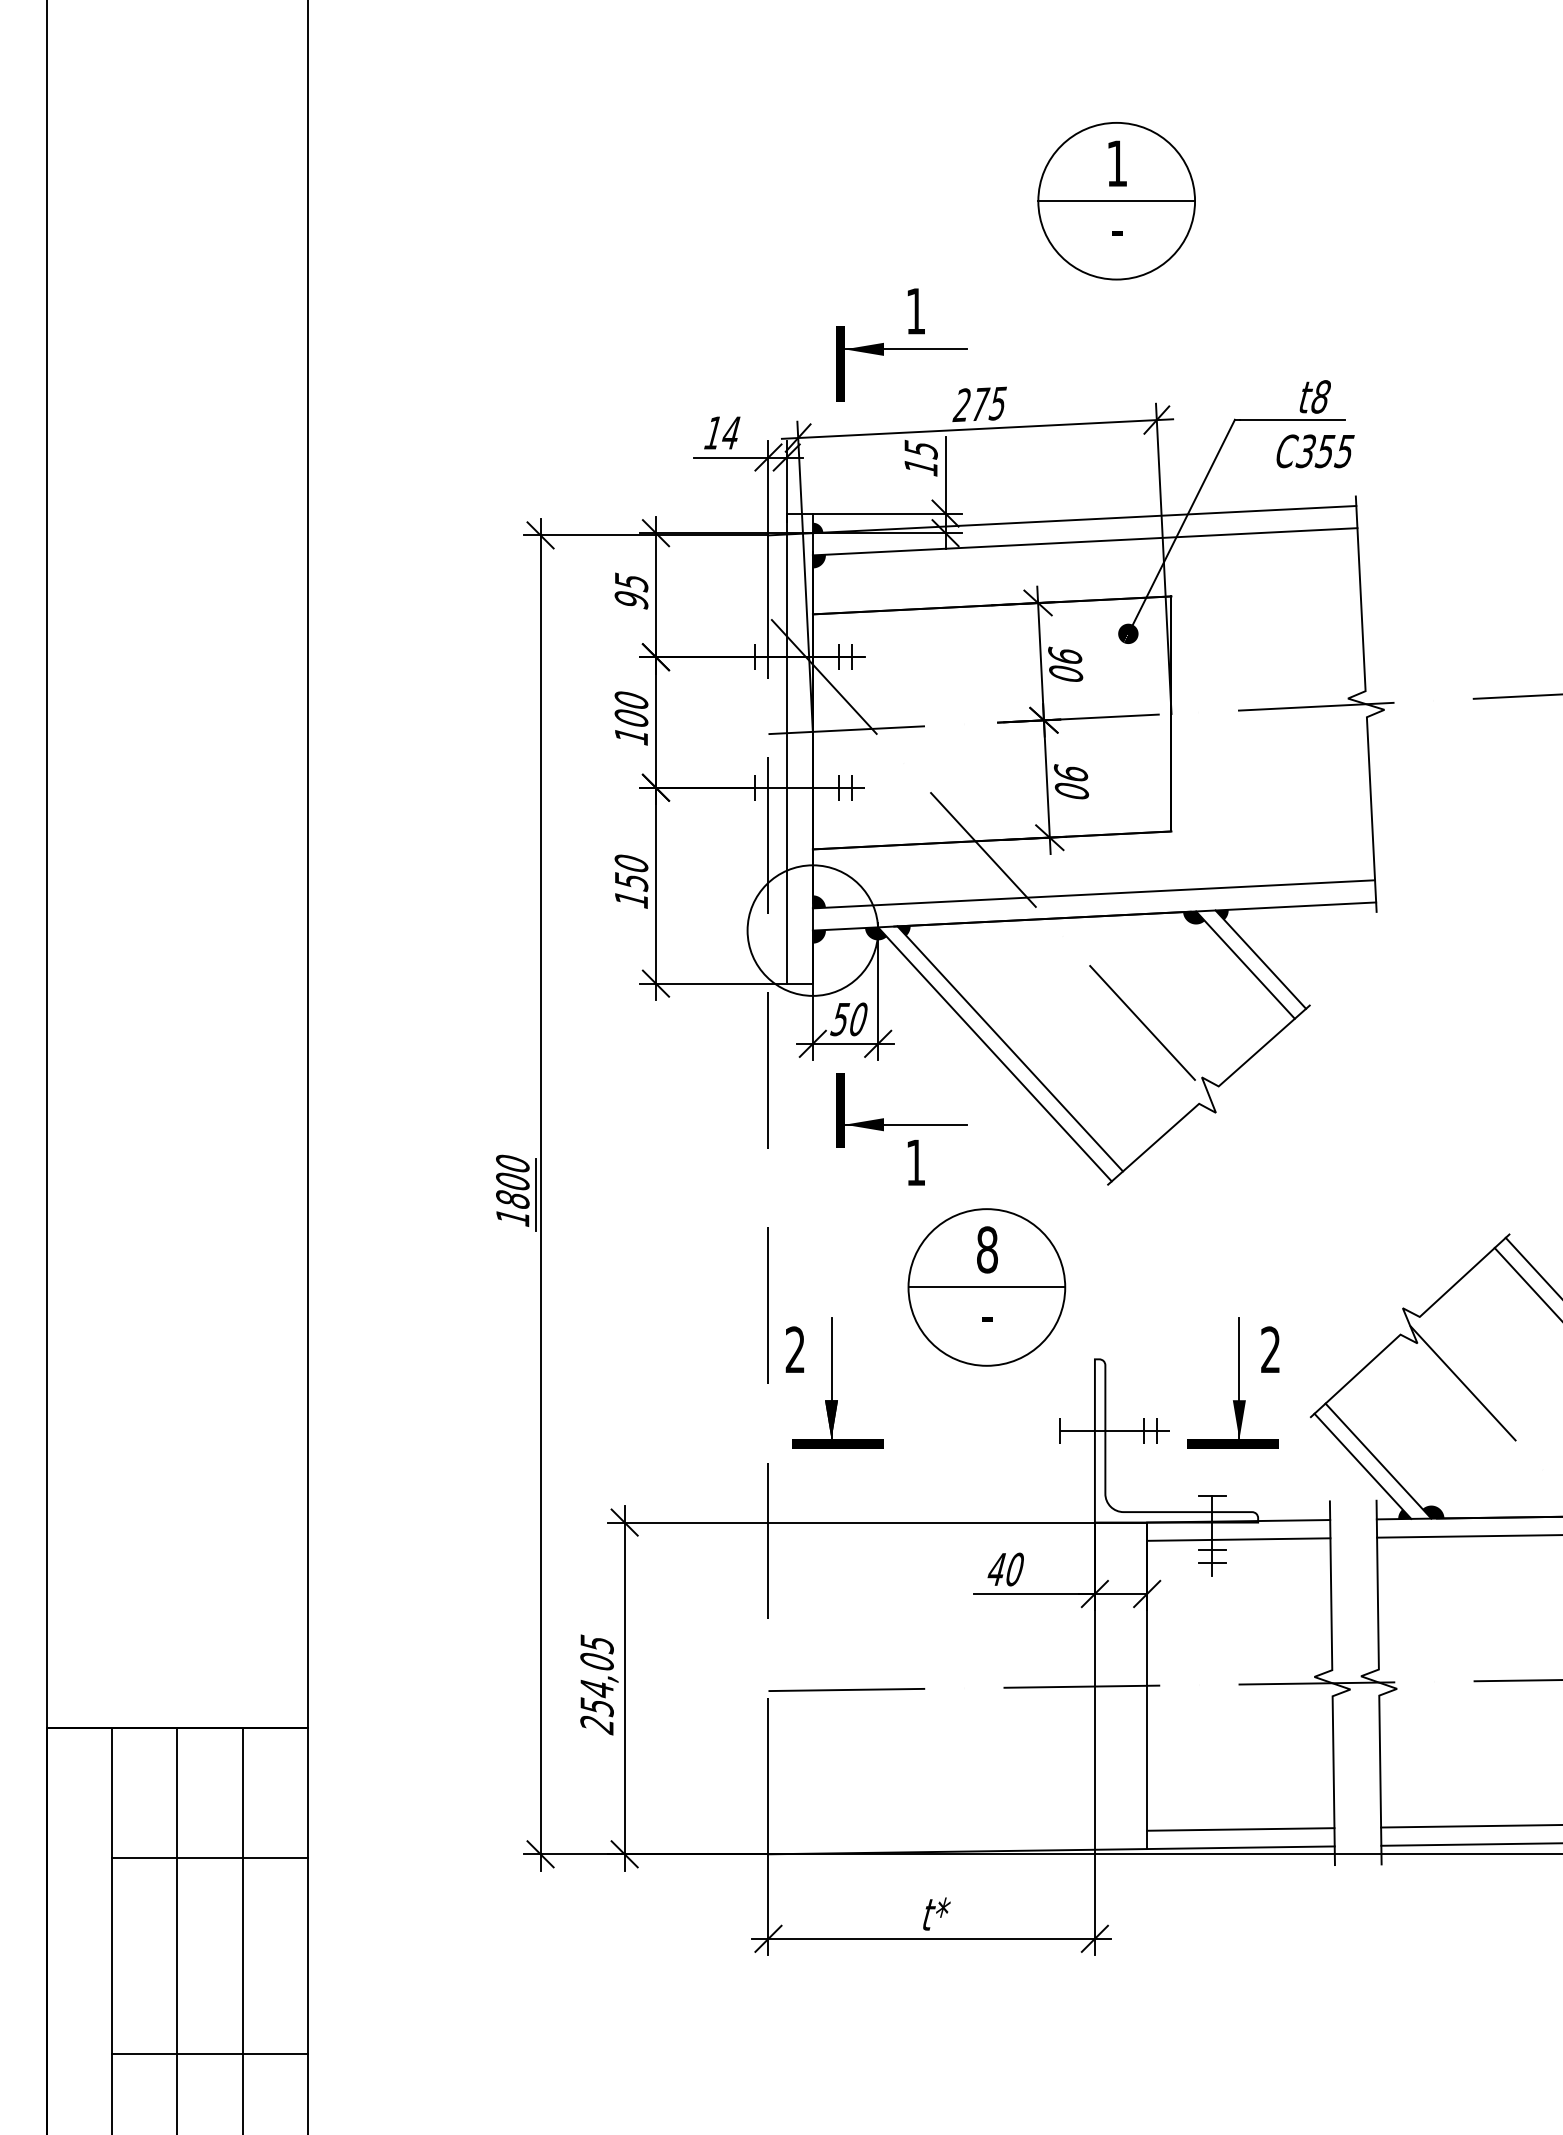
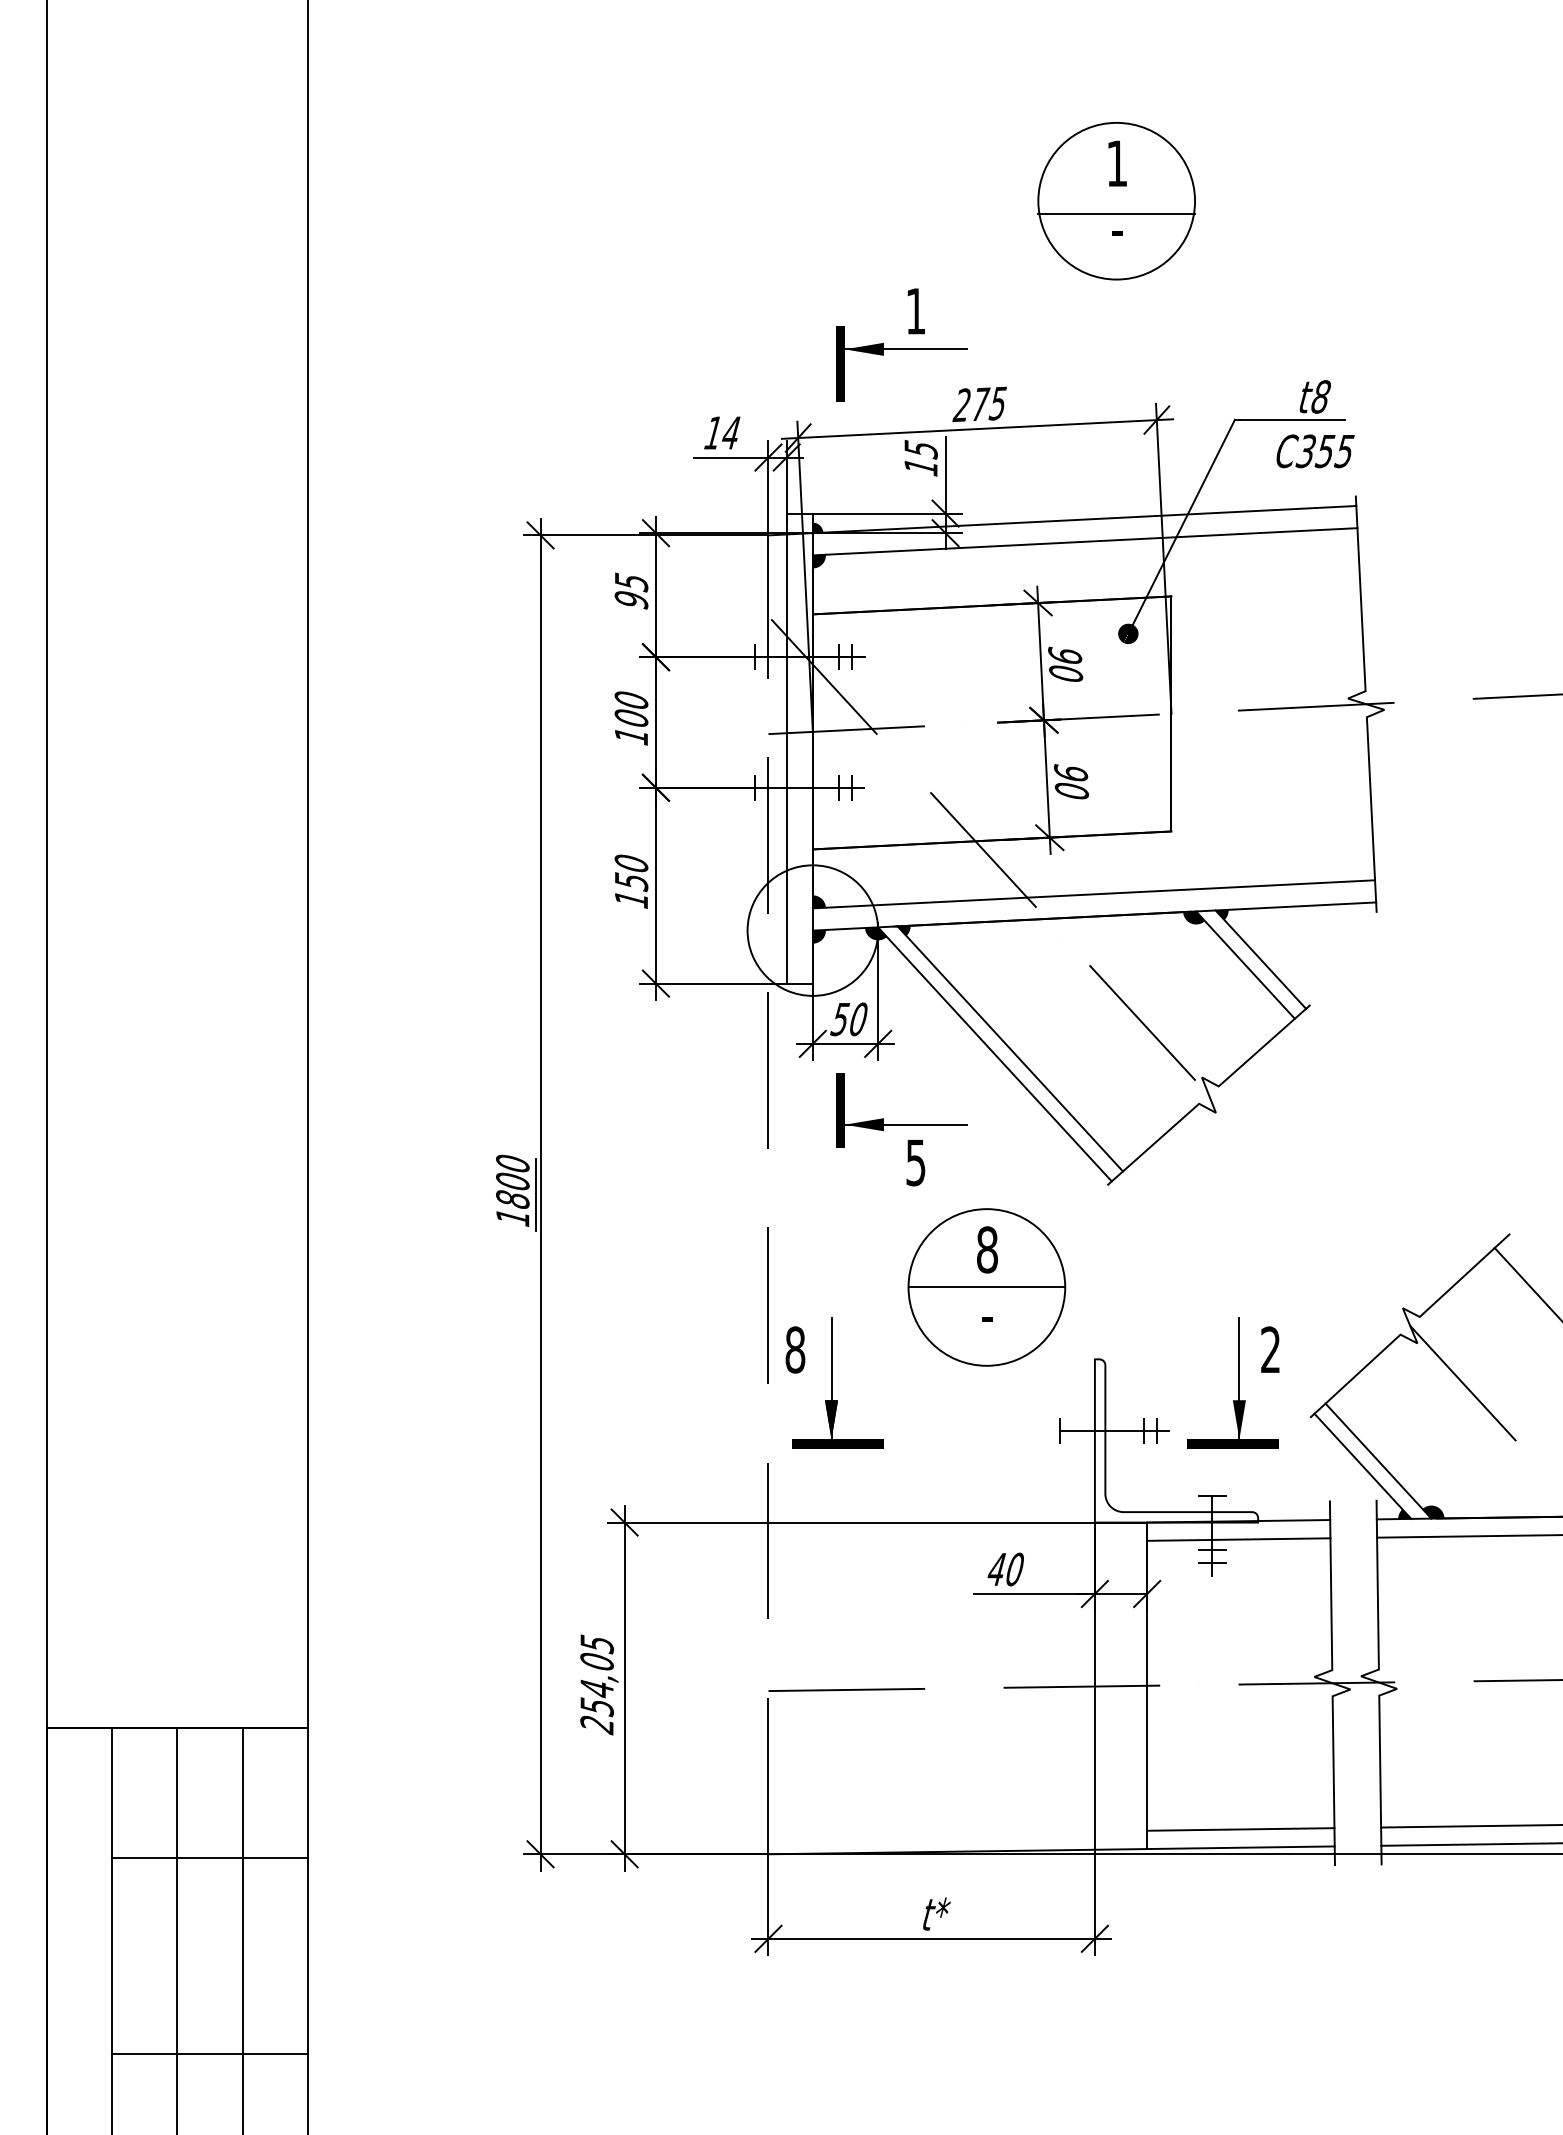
line at (1116, 201) position: (1116, 201) -> (1116, 214)
text at (915, 1162): 1 -> 5
line at (1532, 1266): present -> none
text at (795, 1349): 2 -> 8
